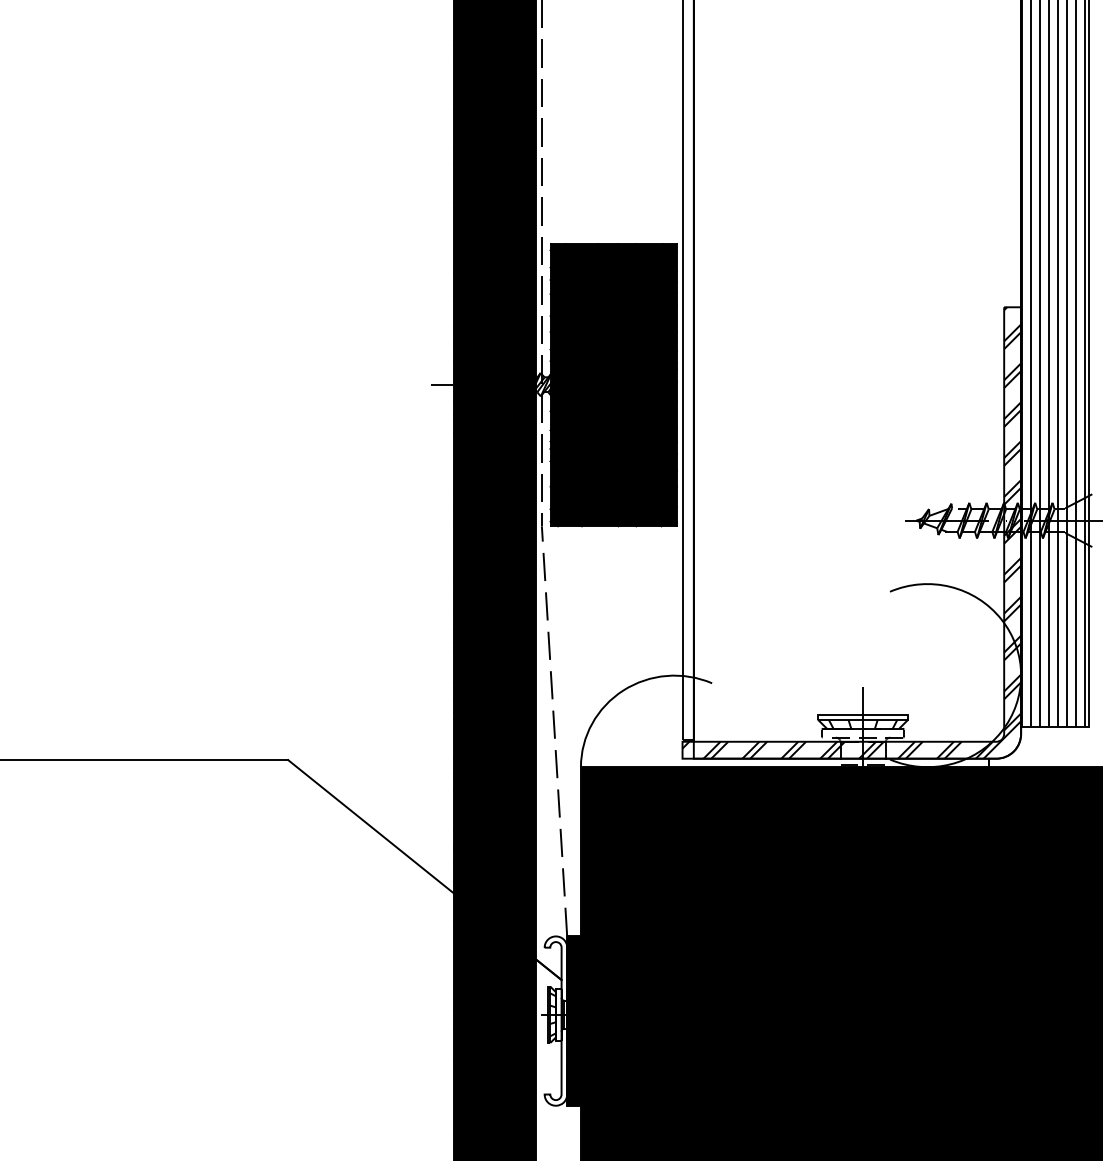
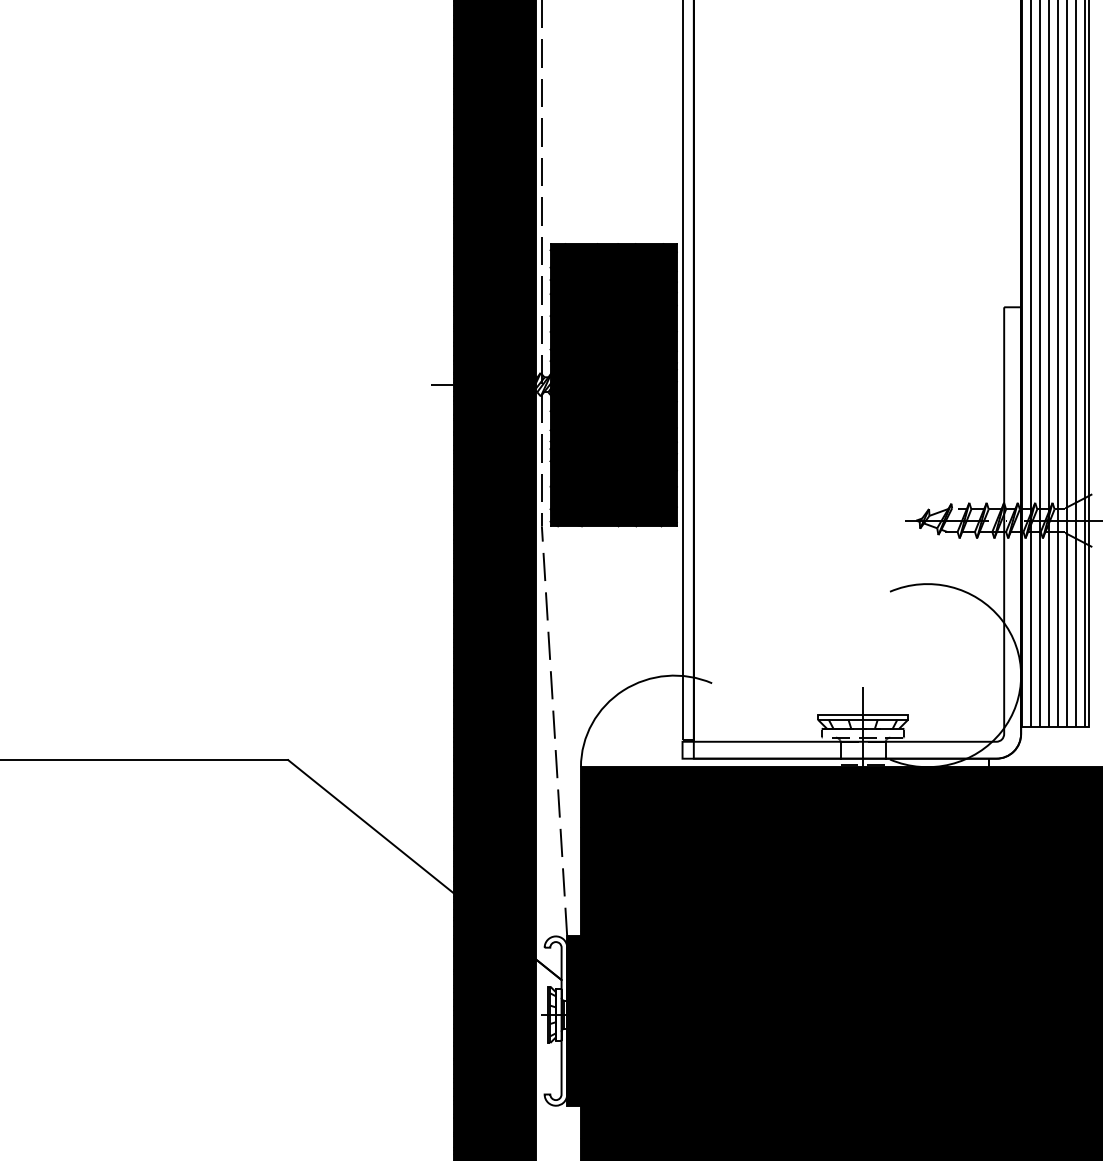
hatch at (851, 532): present -> none
